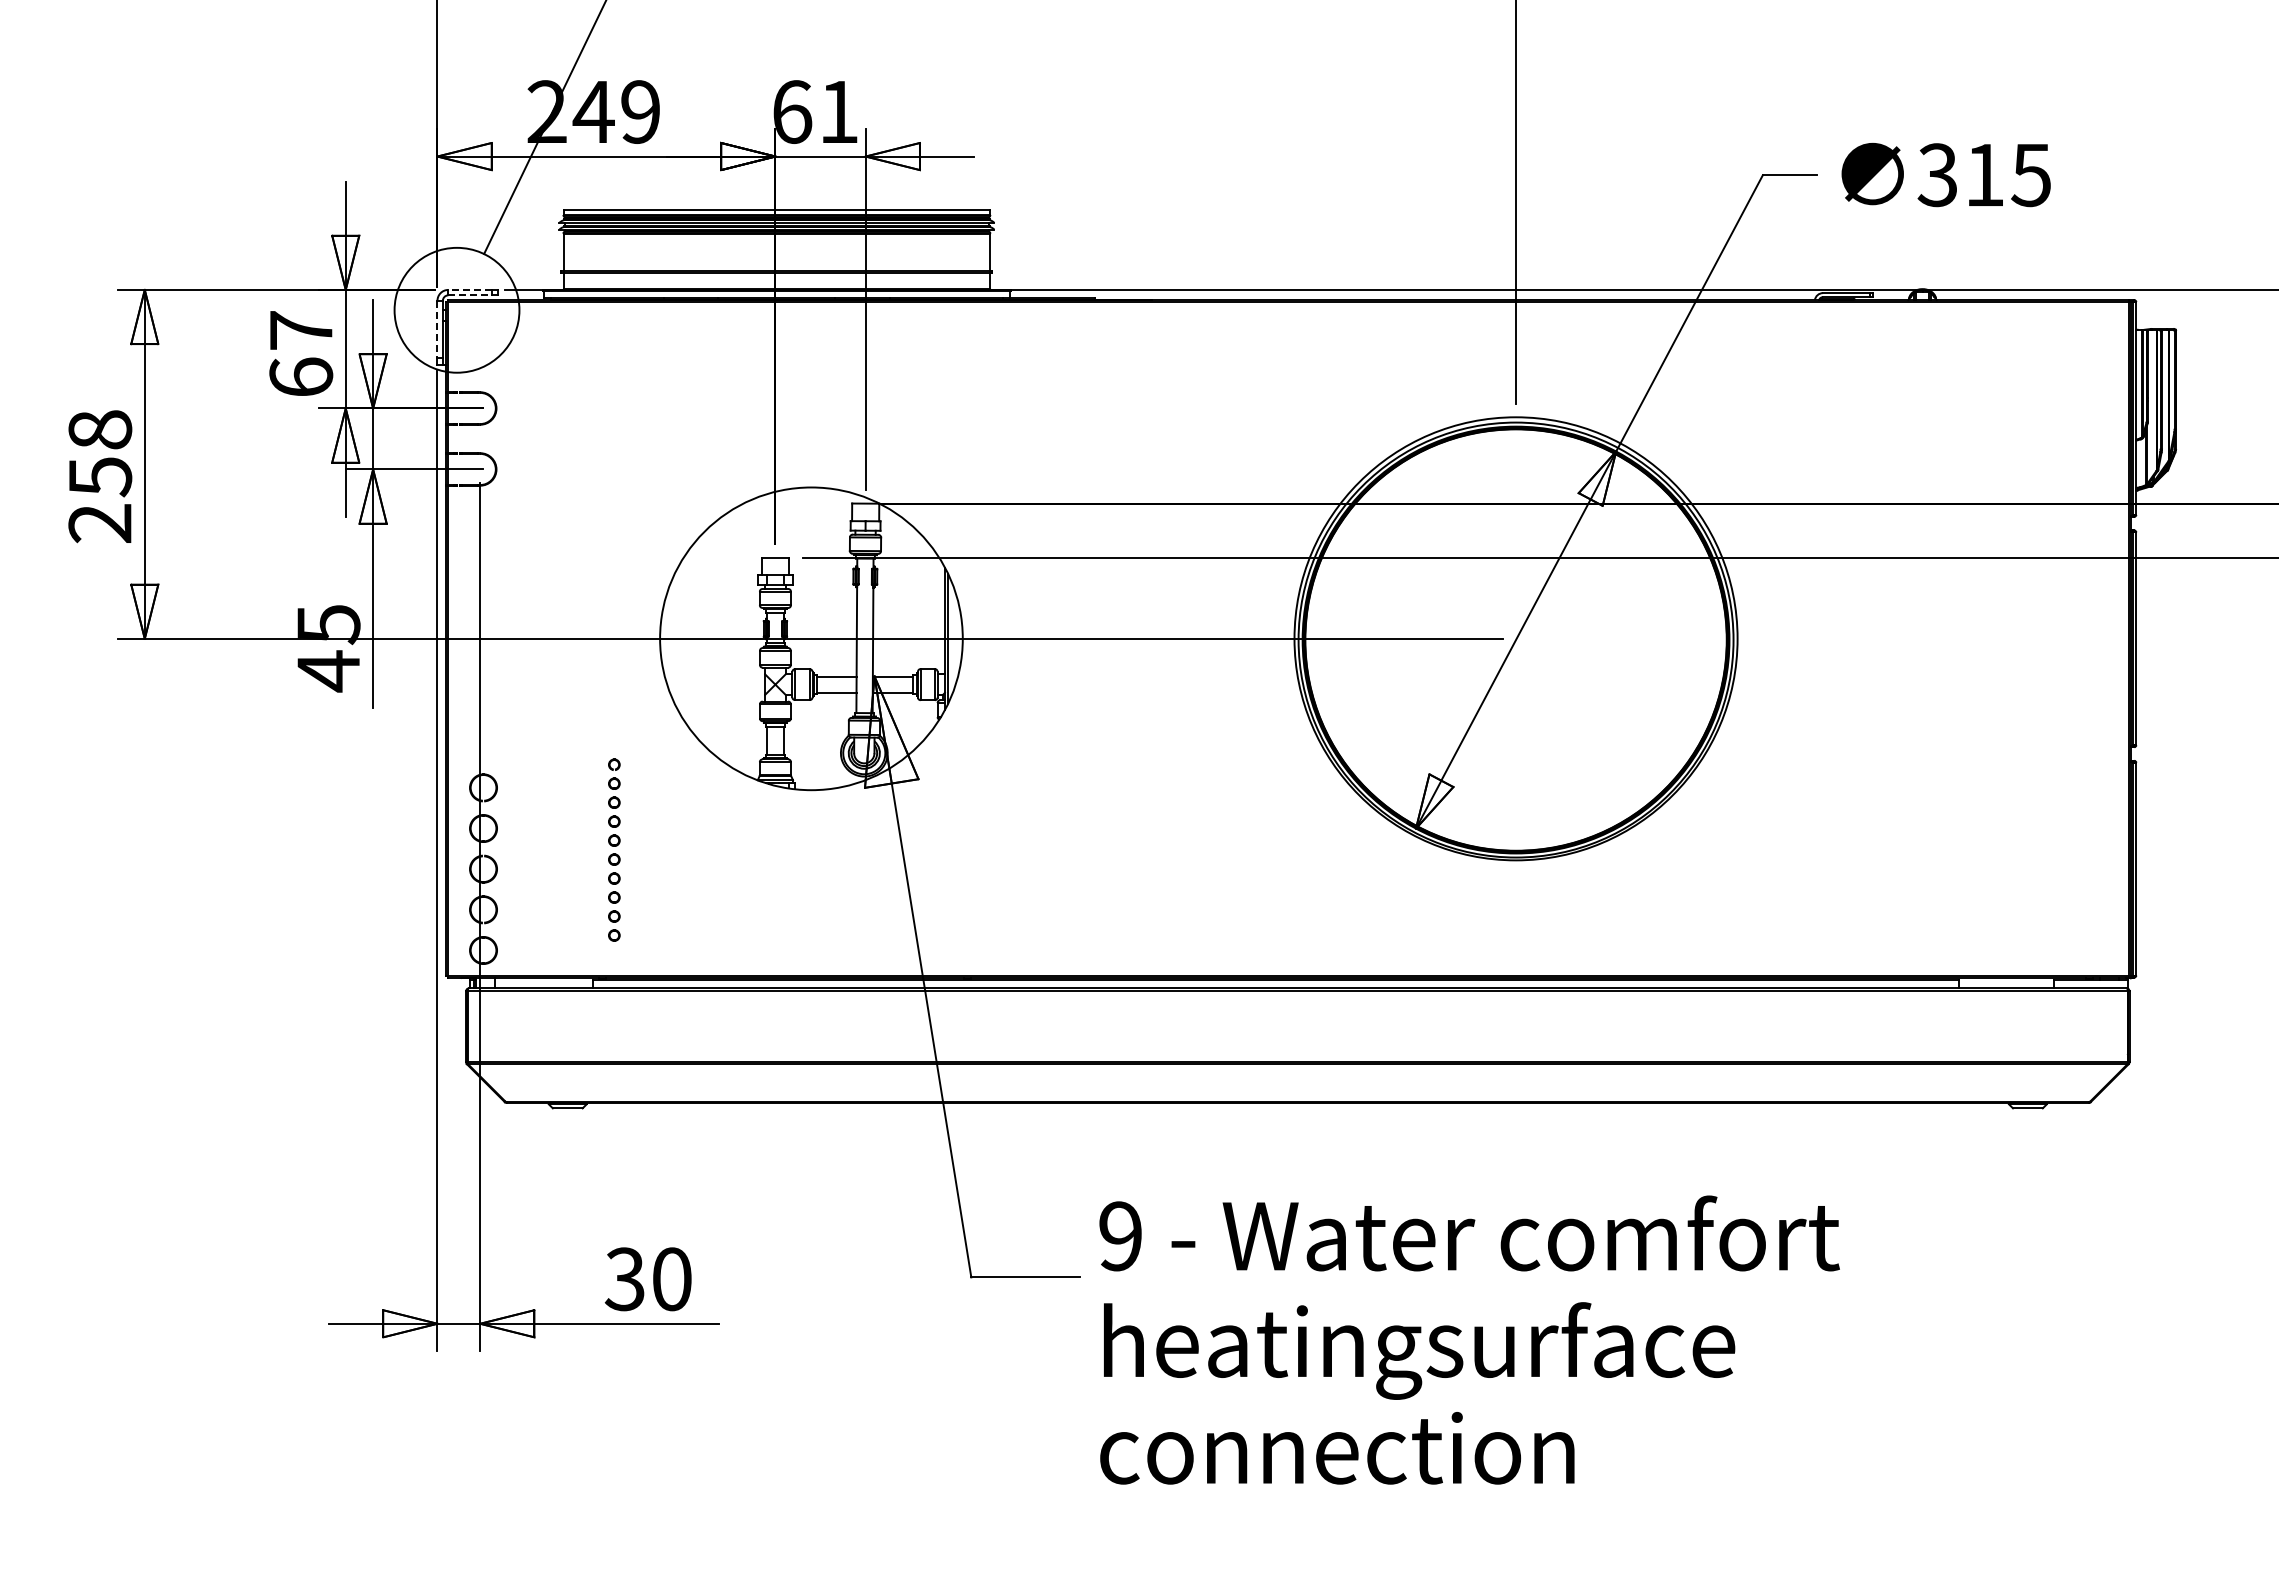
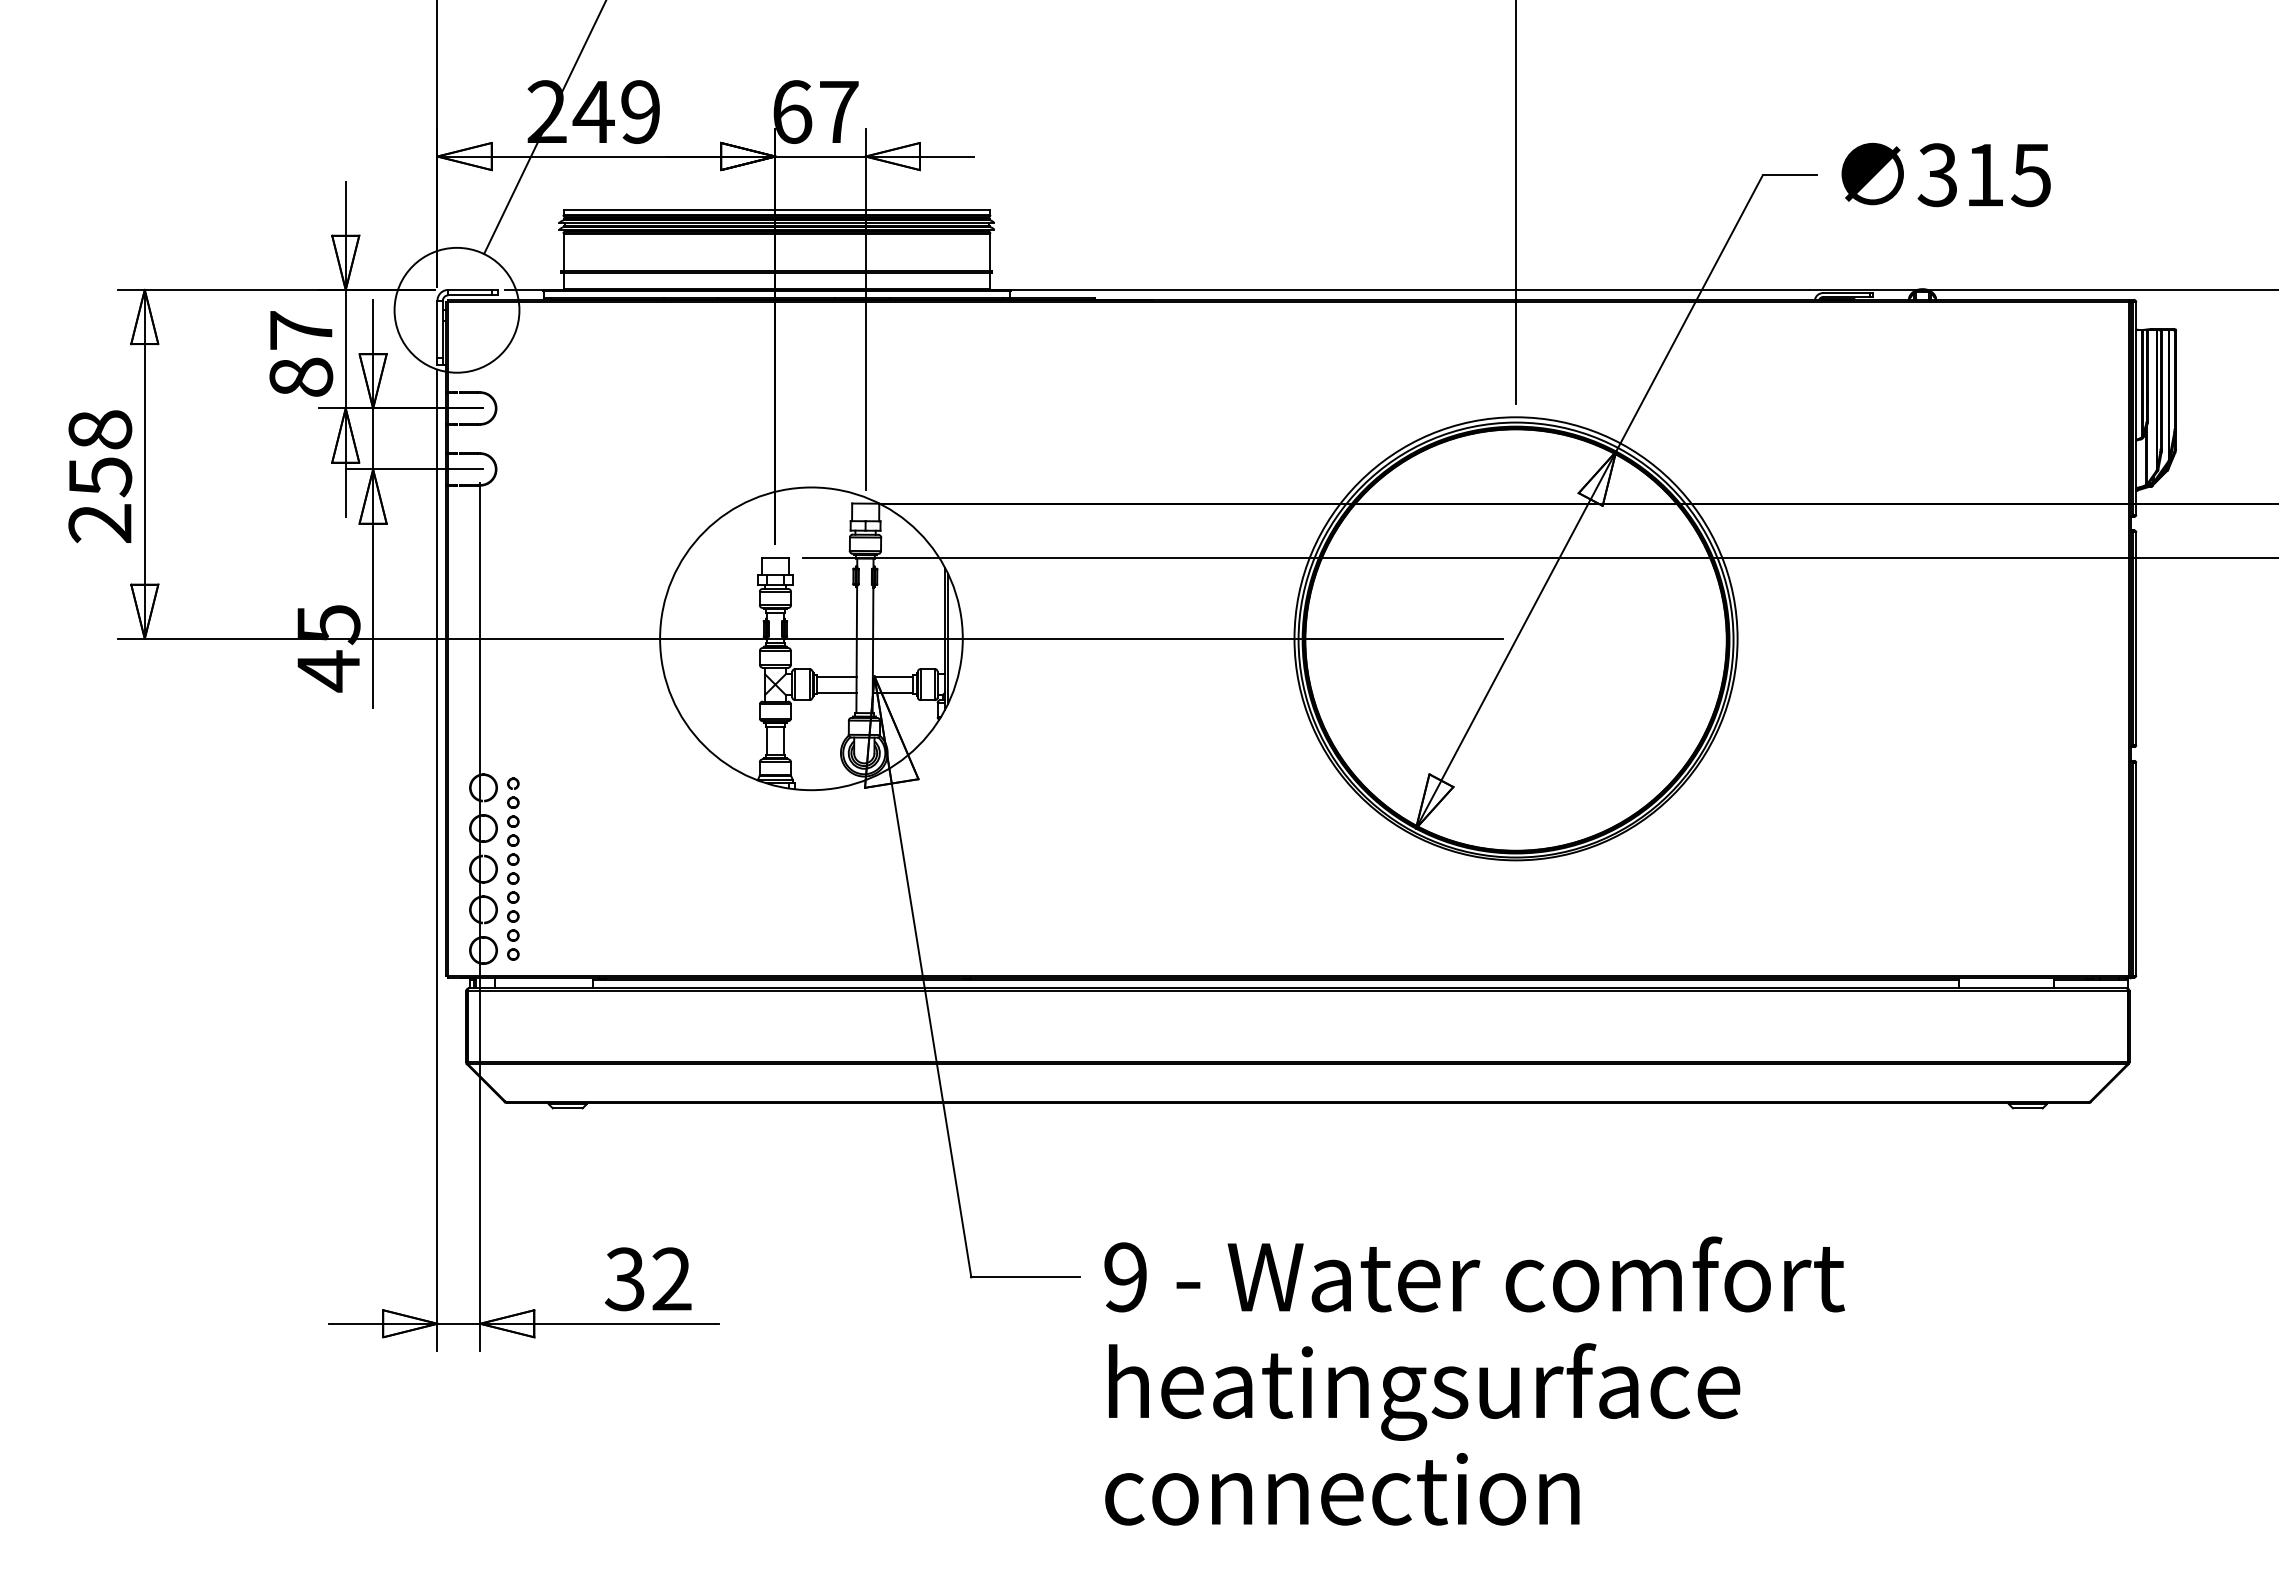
text at (839, 111): 61 -> 67
line at (470, 289): dashed -> solid
line at (470, 295): dashed -> solid
line at (437, 329): dashed -> solid
text at (301, 376): 67 -> 87
part at (614, 849) position: (614, 849) -> (513, 868)
text at (671, 1279): 30 -> 32
text at (1469, 1339) position: (1469, 1339) -> (1474, 1380)
